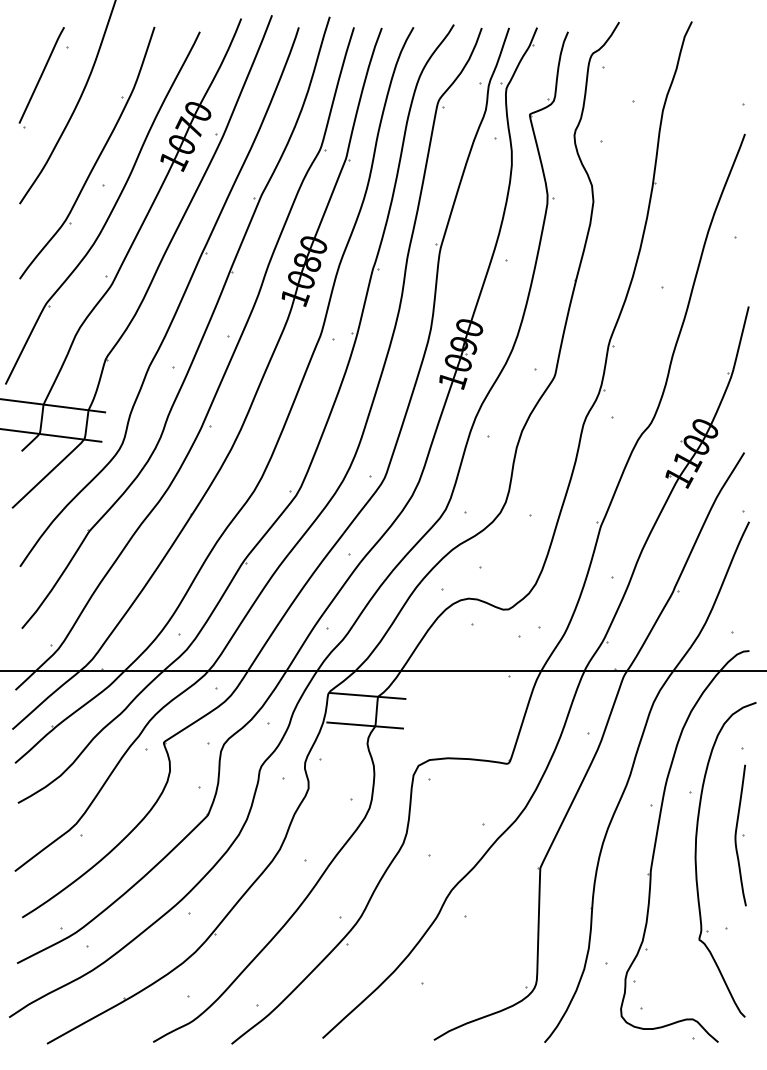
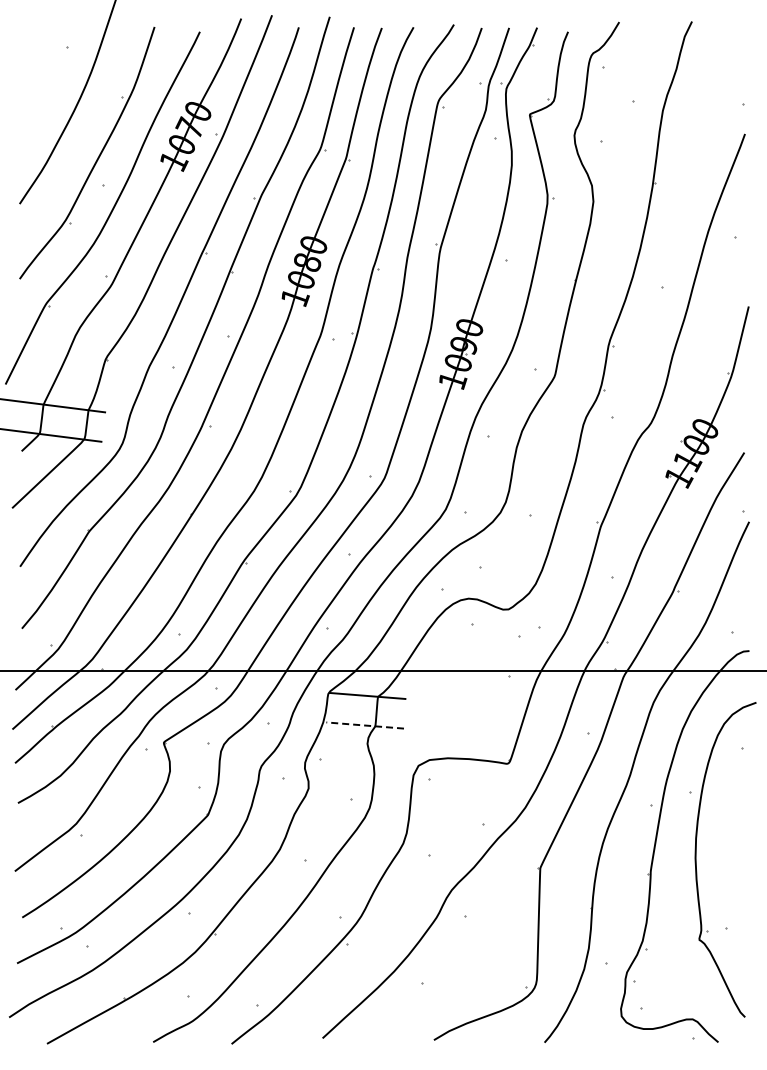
part at (41, 77): present -> none
line at (365, 725): solid -> dashed
part at (740, 835): present -> none
